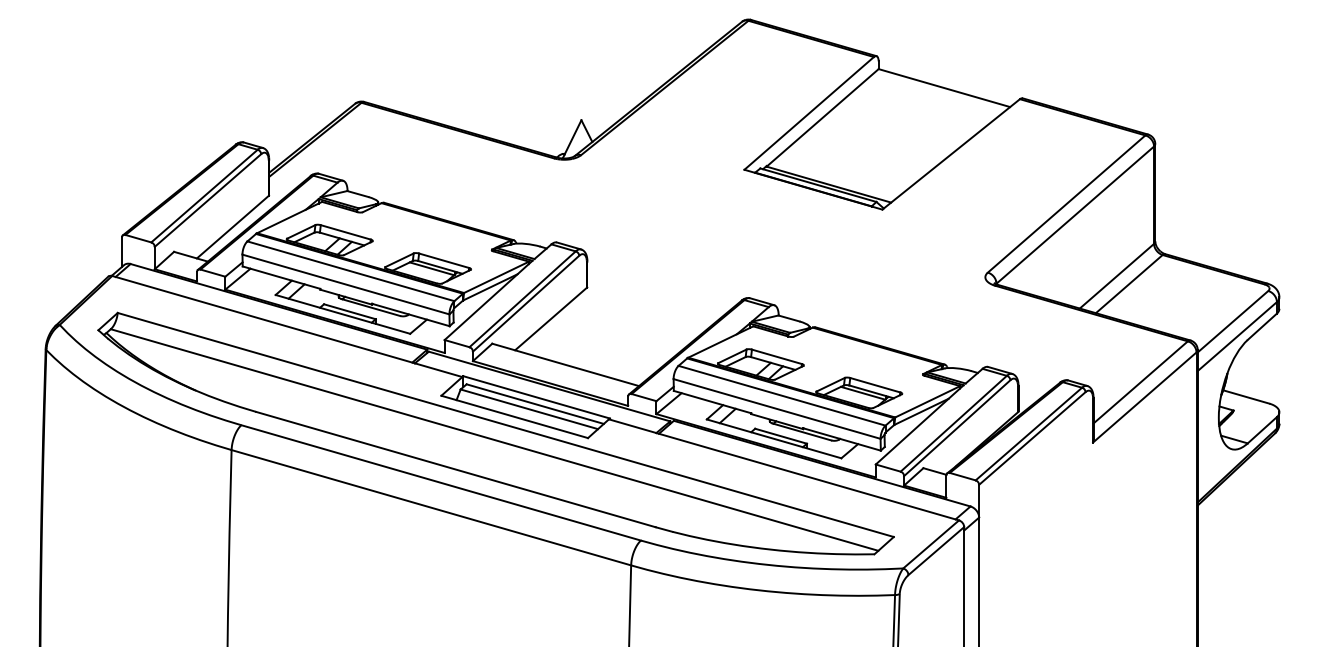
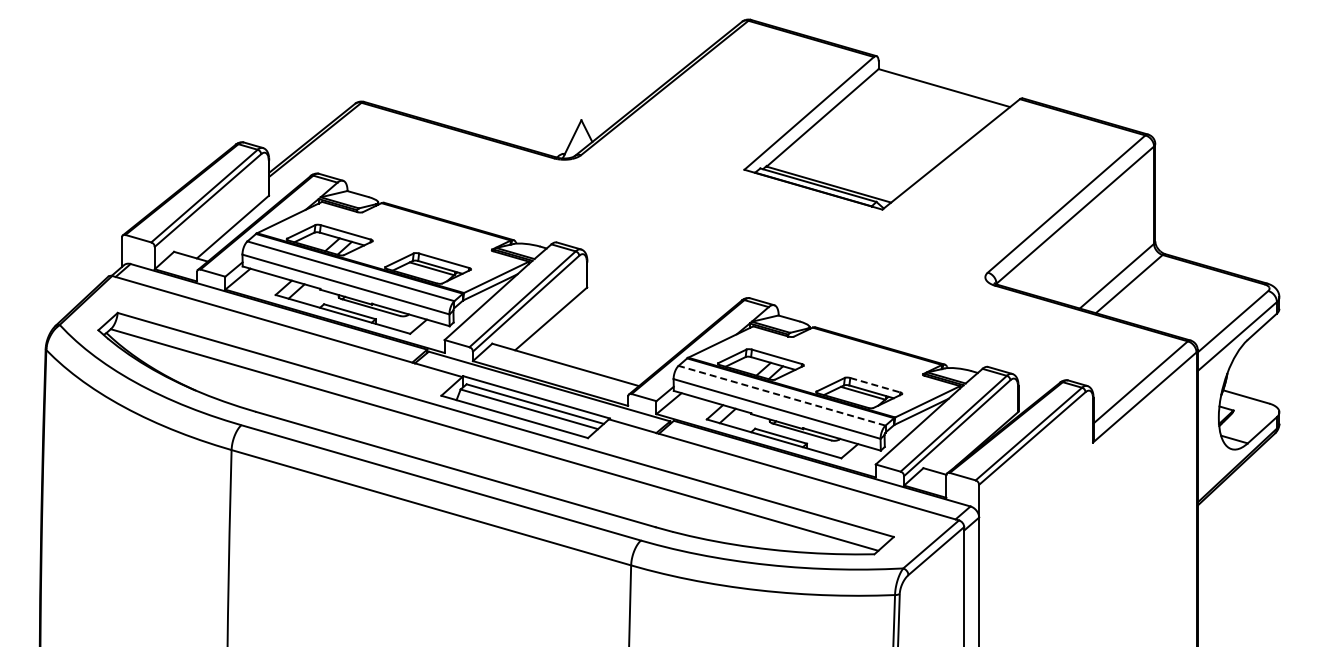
line at (875, 385): solid -> dashed
line at (782, 395): solid -> dashed
